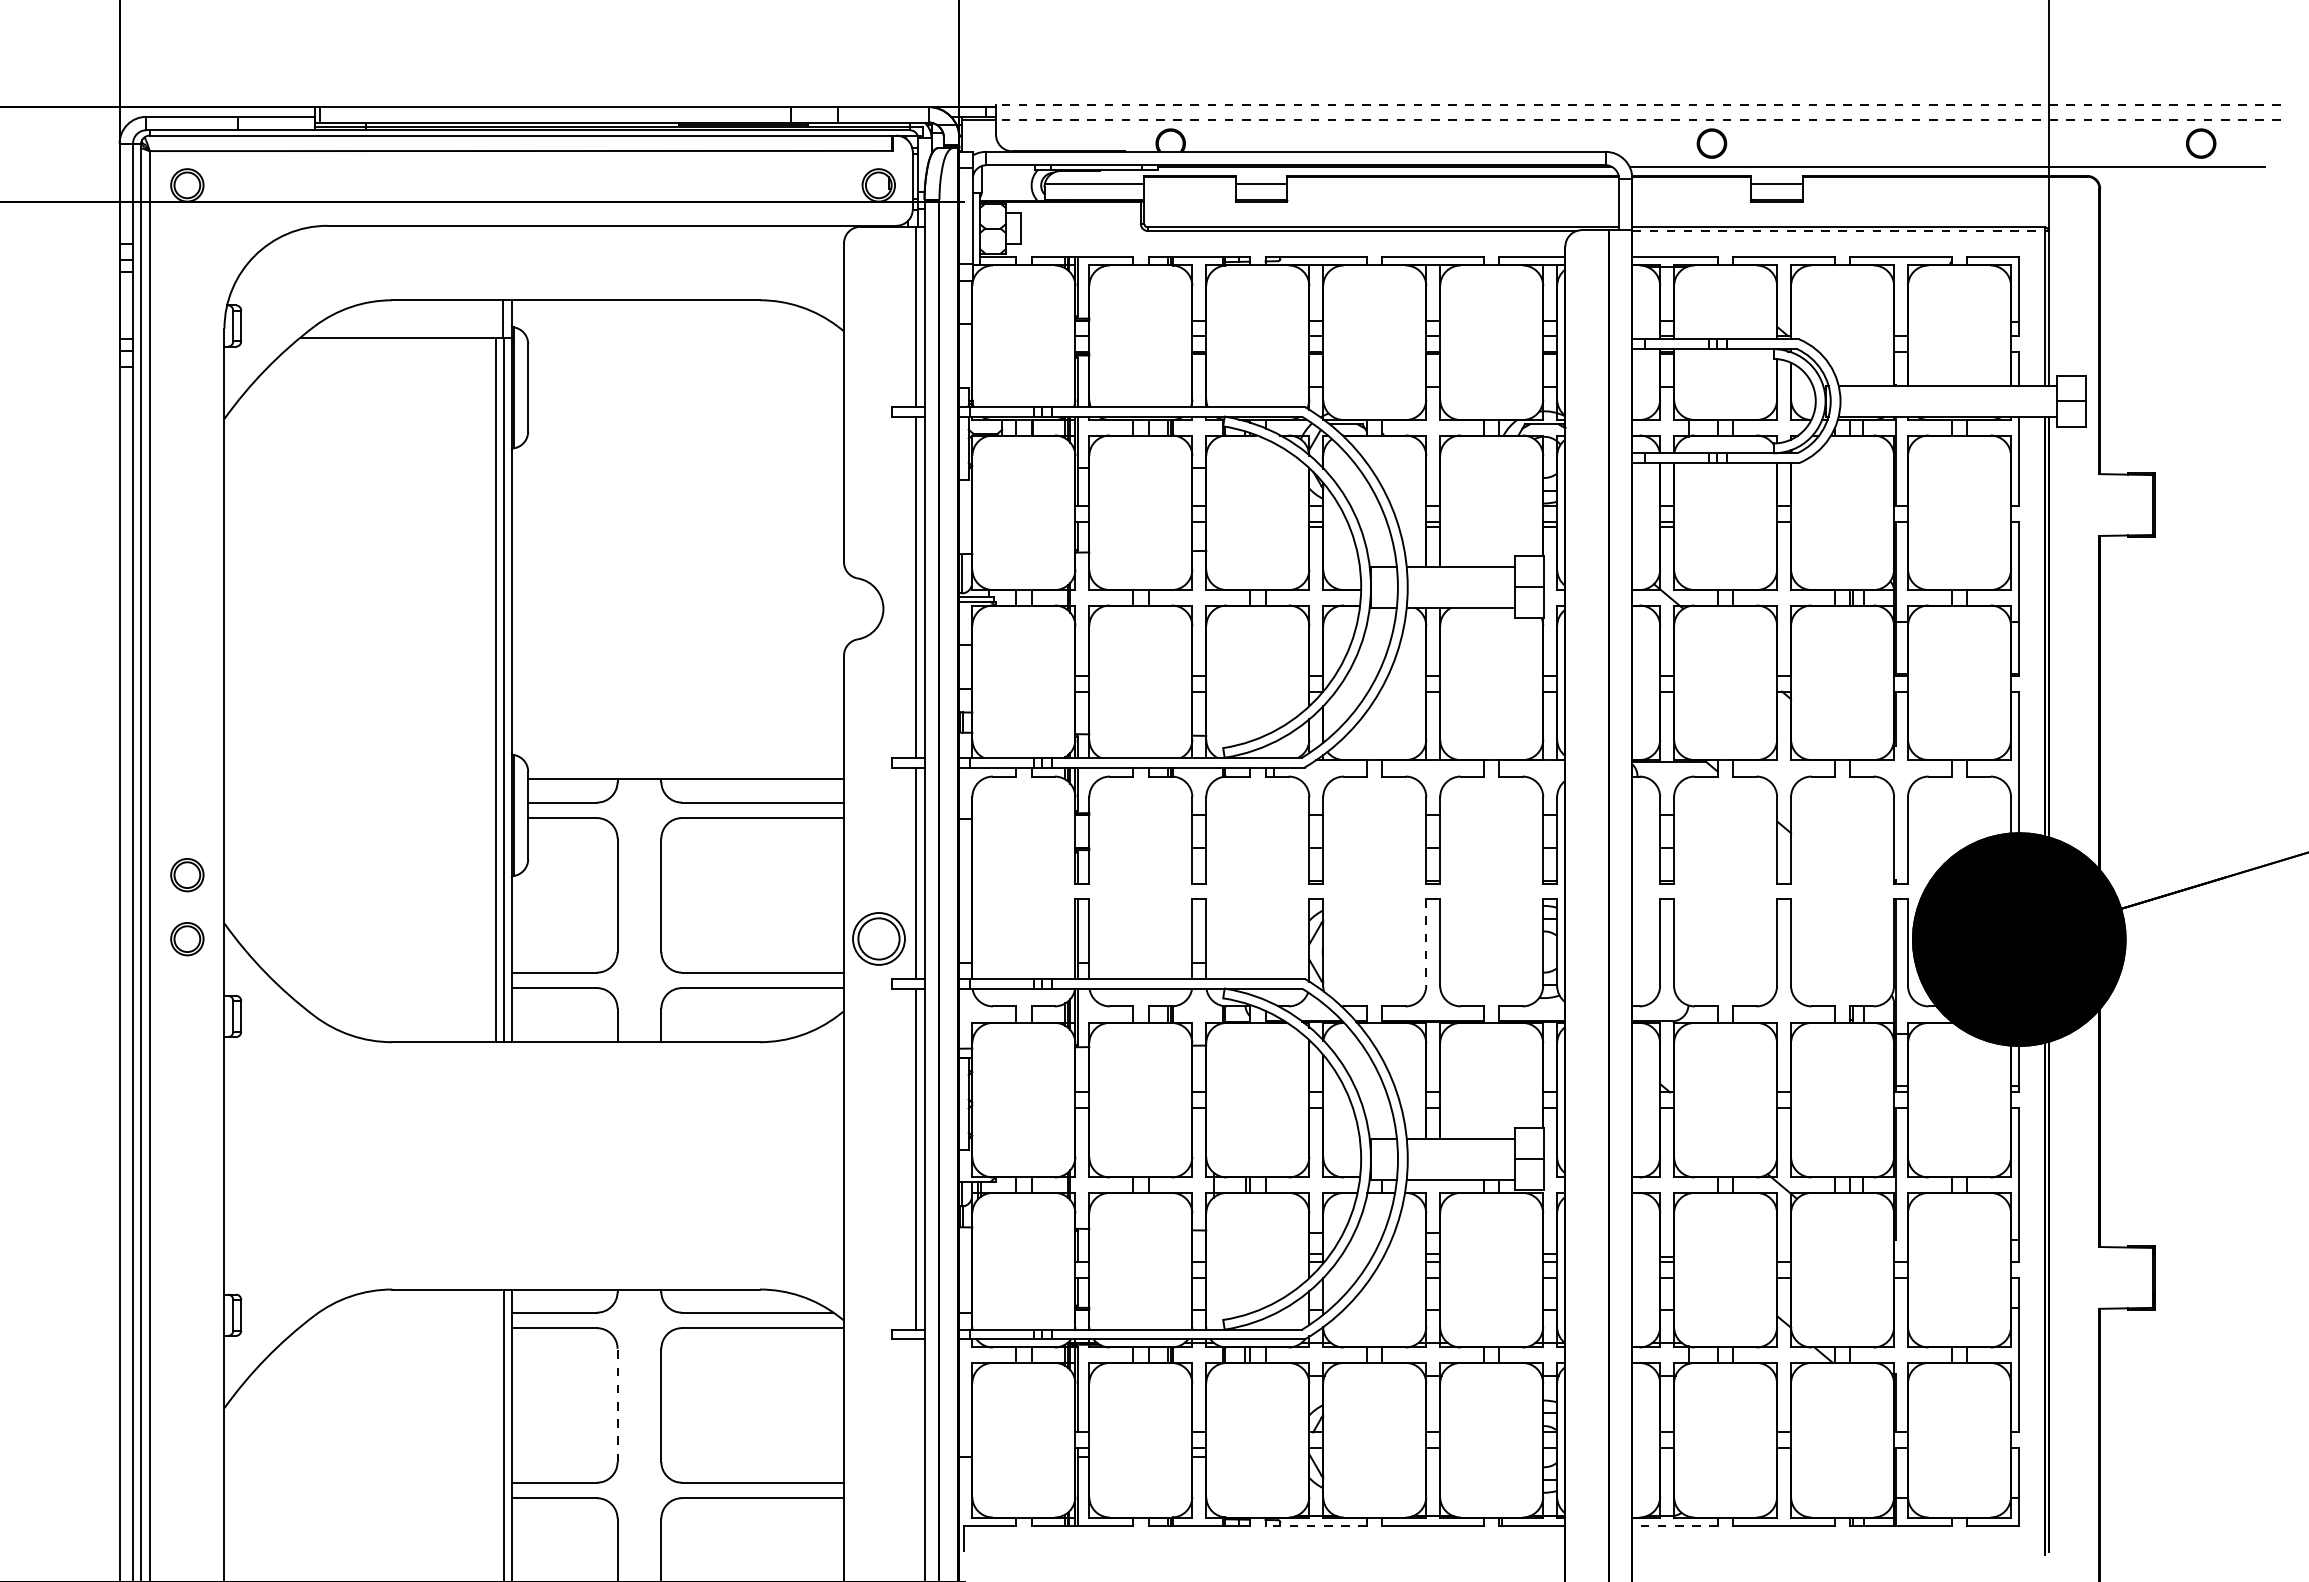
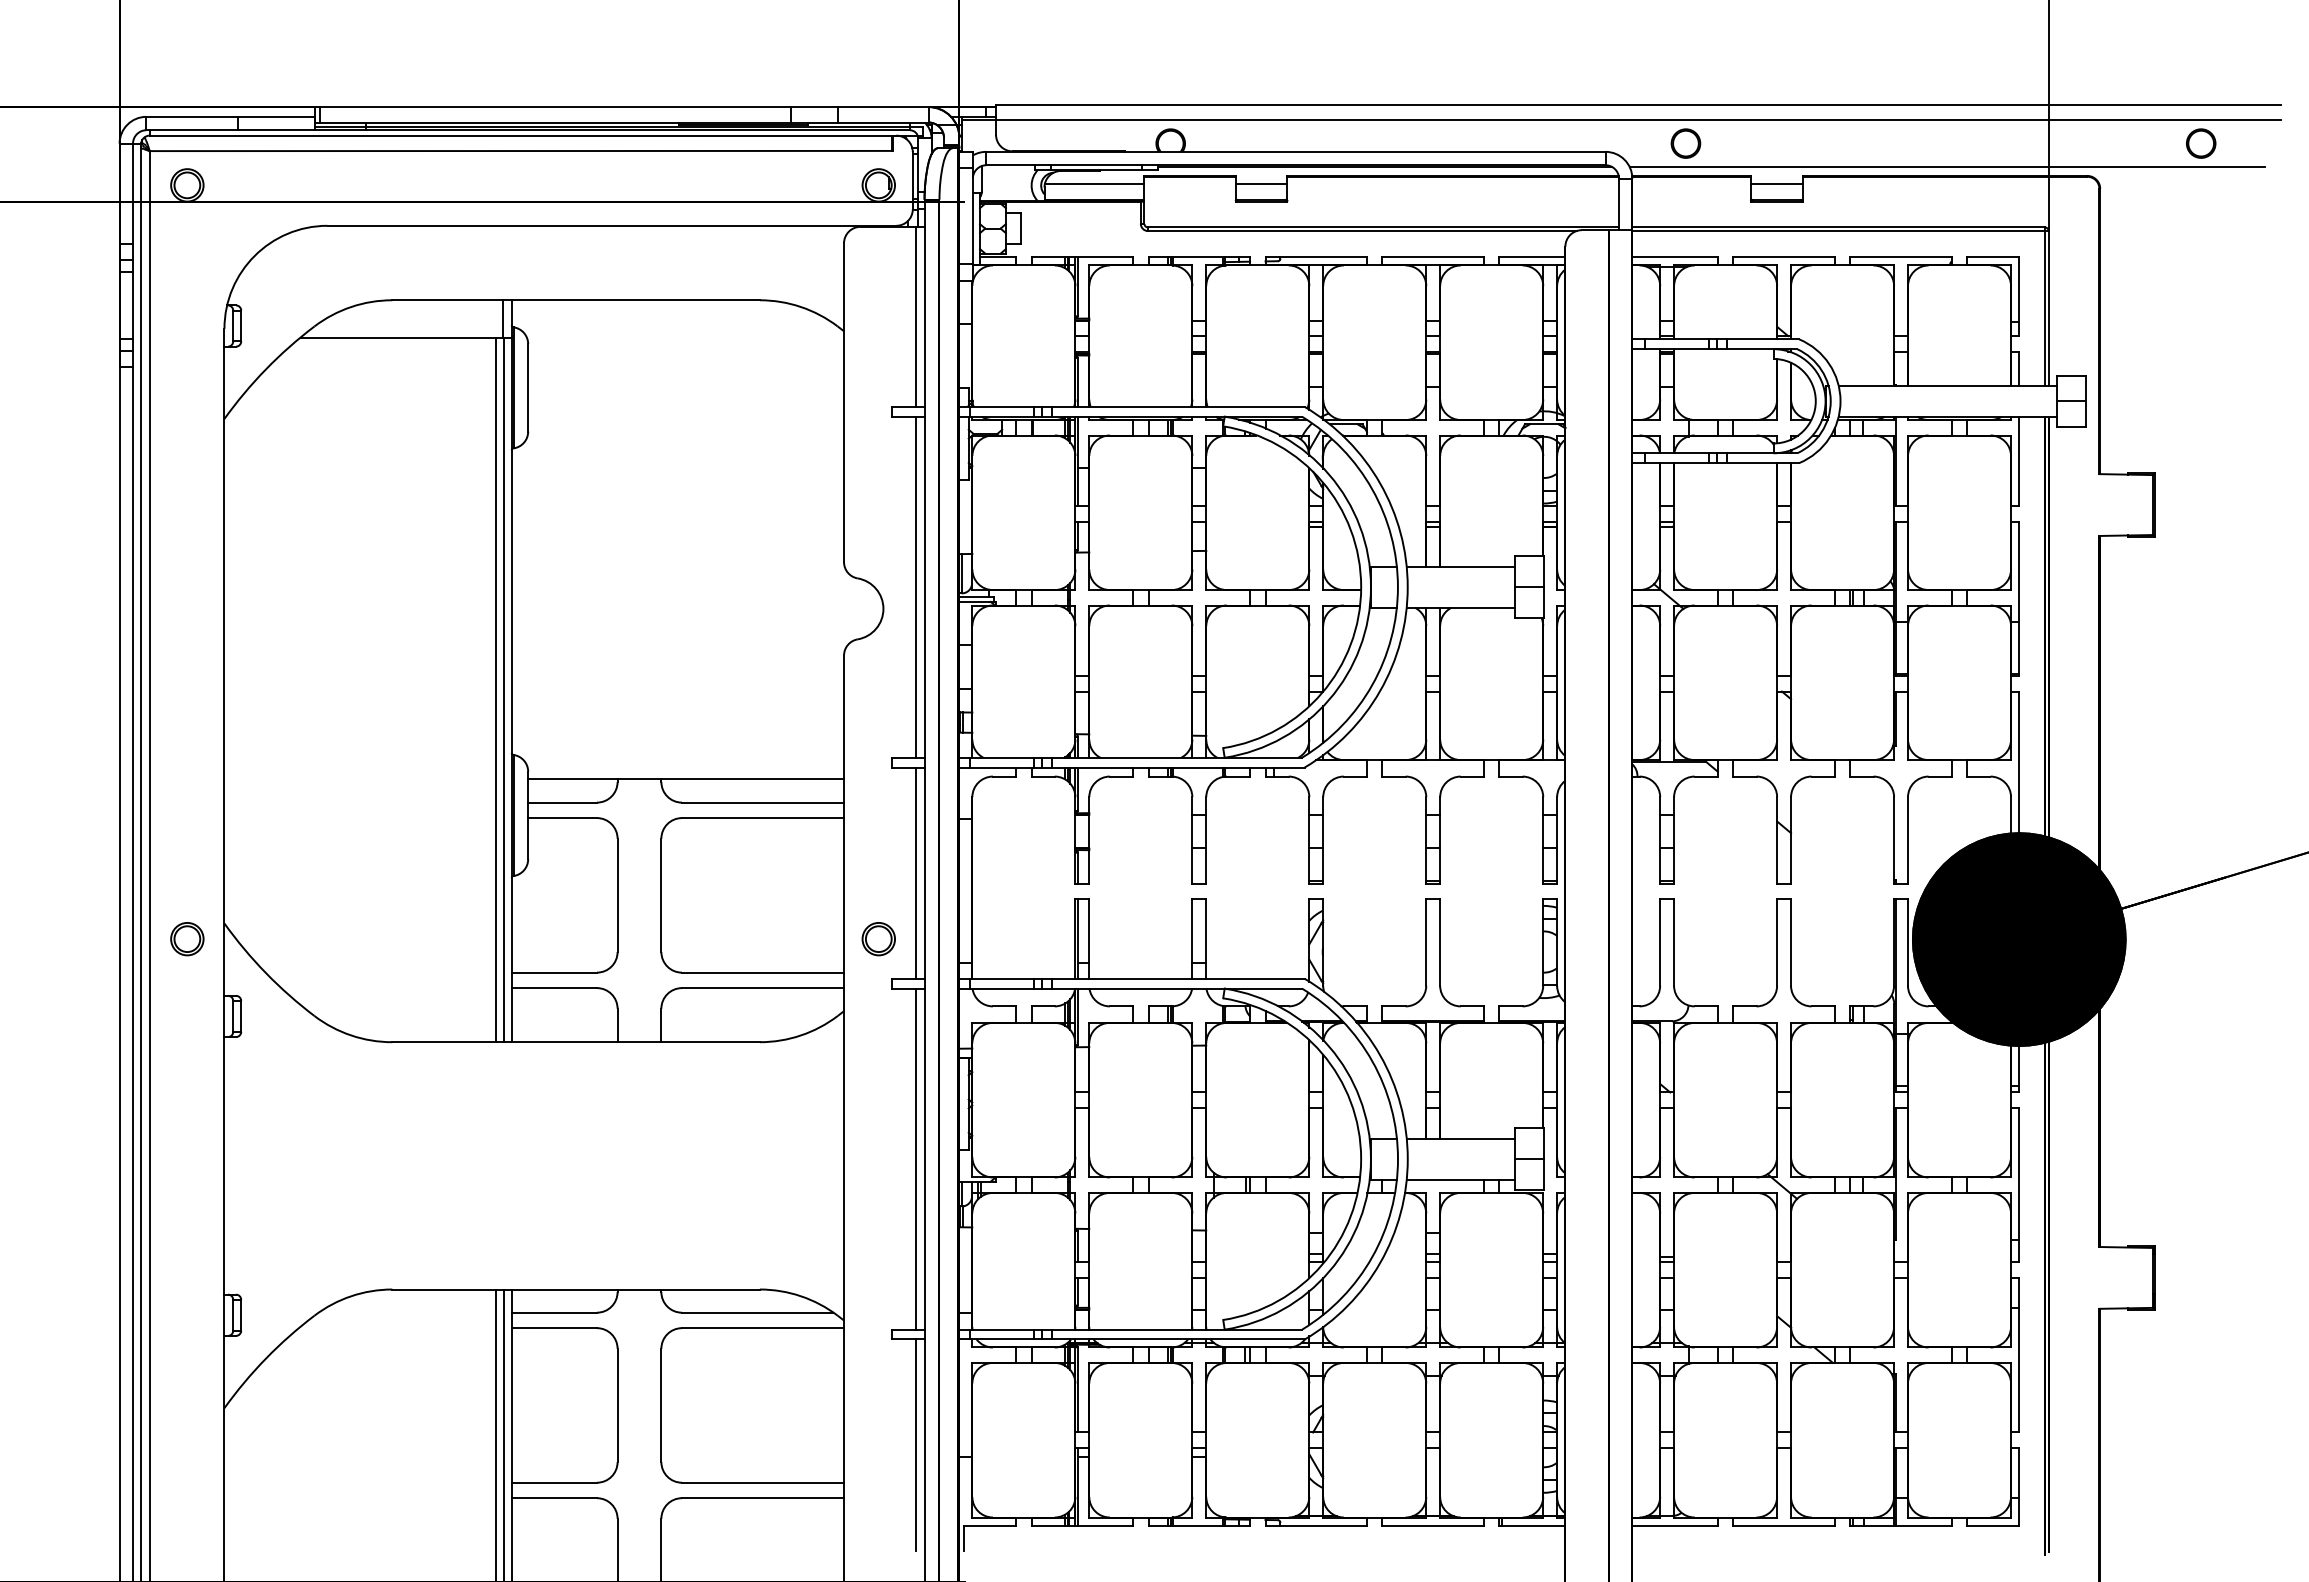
line at (1638, 104): dashed -> solid
line at (1638, 120): dashed -> solid
part at (1711, 143) position: (1711, 143) -> (1685, 143)
line at (1841, 231): dashed -> solid
part at (187, 875): present -> none
part at (878, 938) size: 54x54 px -> 35x35 px
line at (1426, 943): dashed -> solid
line at (617, 1405): dashed -> solid
line at (495, 1433): none -> present
line at (916, 1444): none -> present
line at (1316, 1525): dashed -> solid
line at (1675, 1525): dashed -> solid
